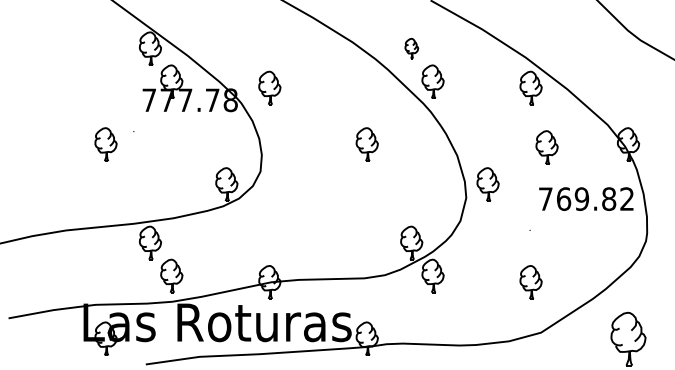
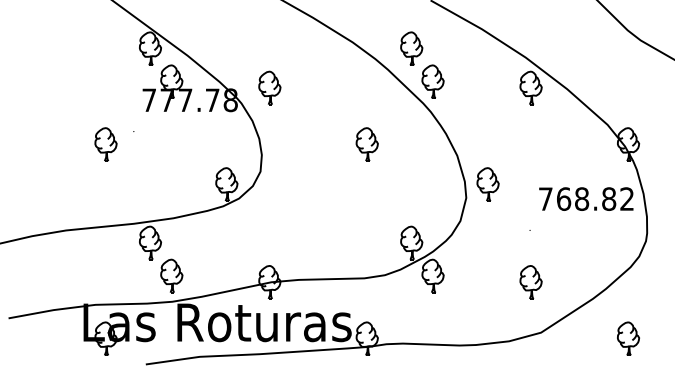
part at (411, 48) size: 16x23 px -> 24x35 px
part at (546, 147): present -> none
text at (581, 198): 769.82 -> 768.82
part at (628, 338) size: 37x56 px -> 23x35 px
